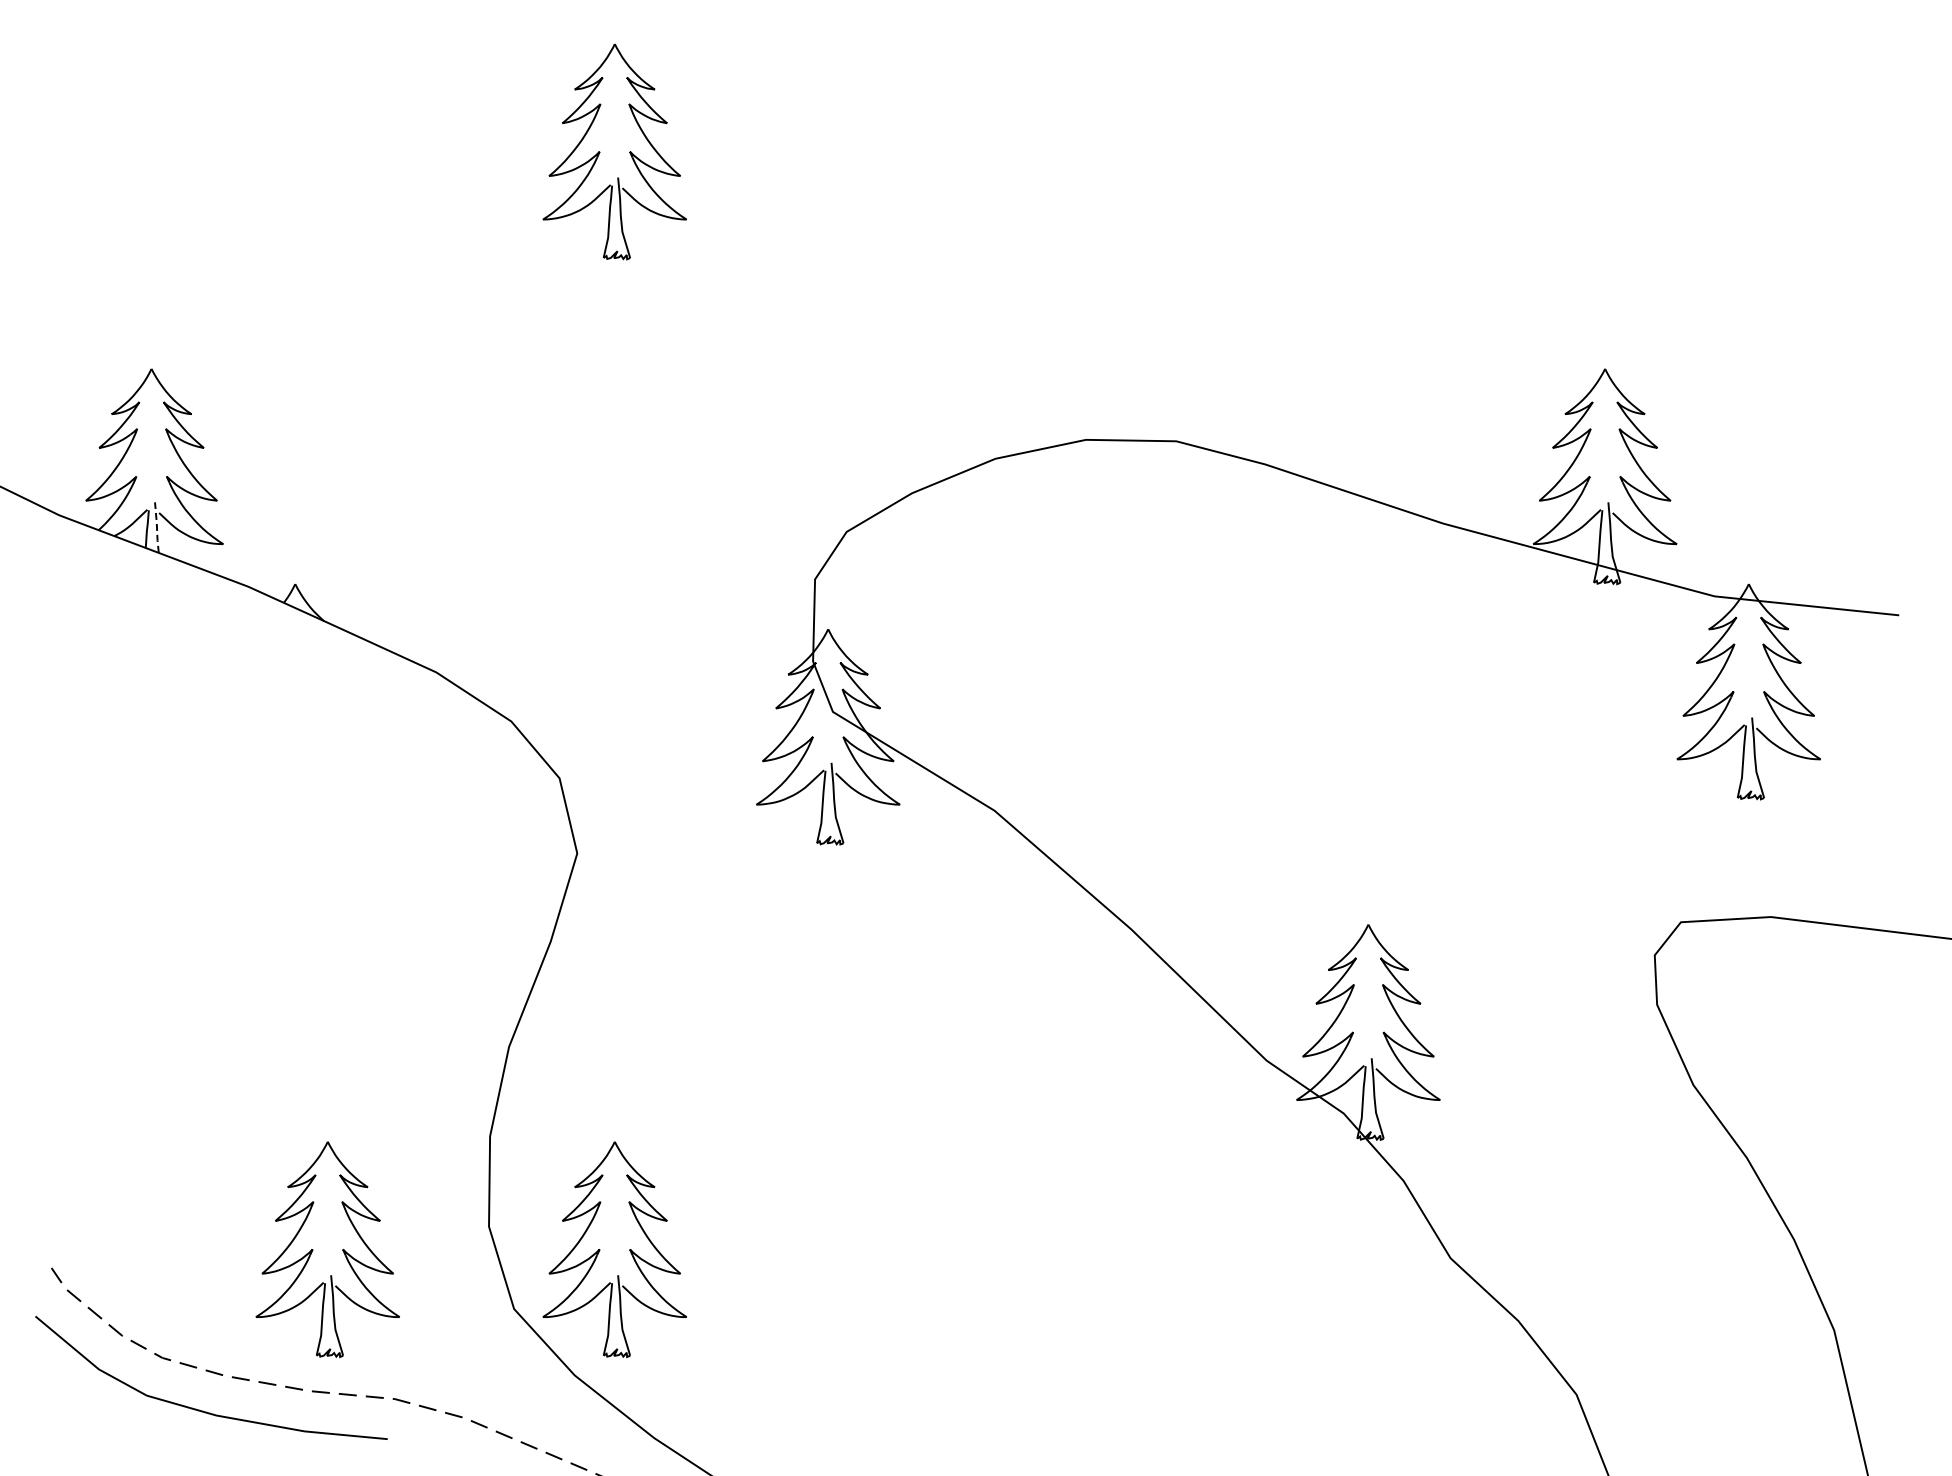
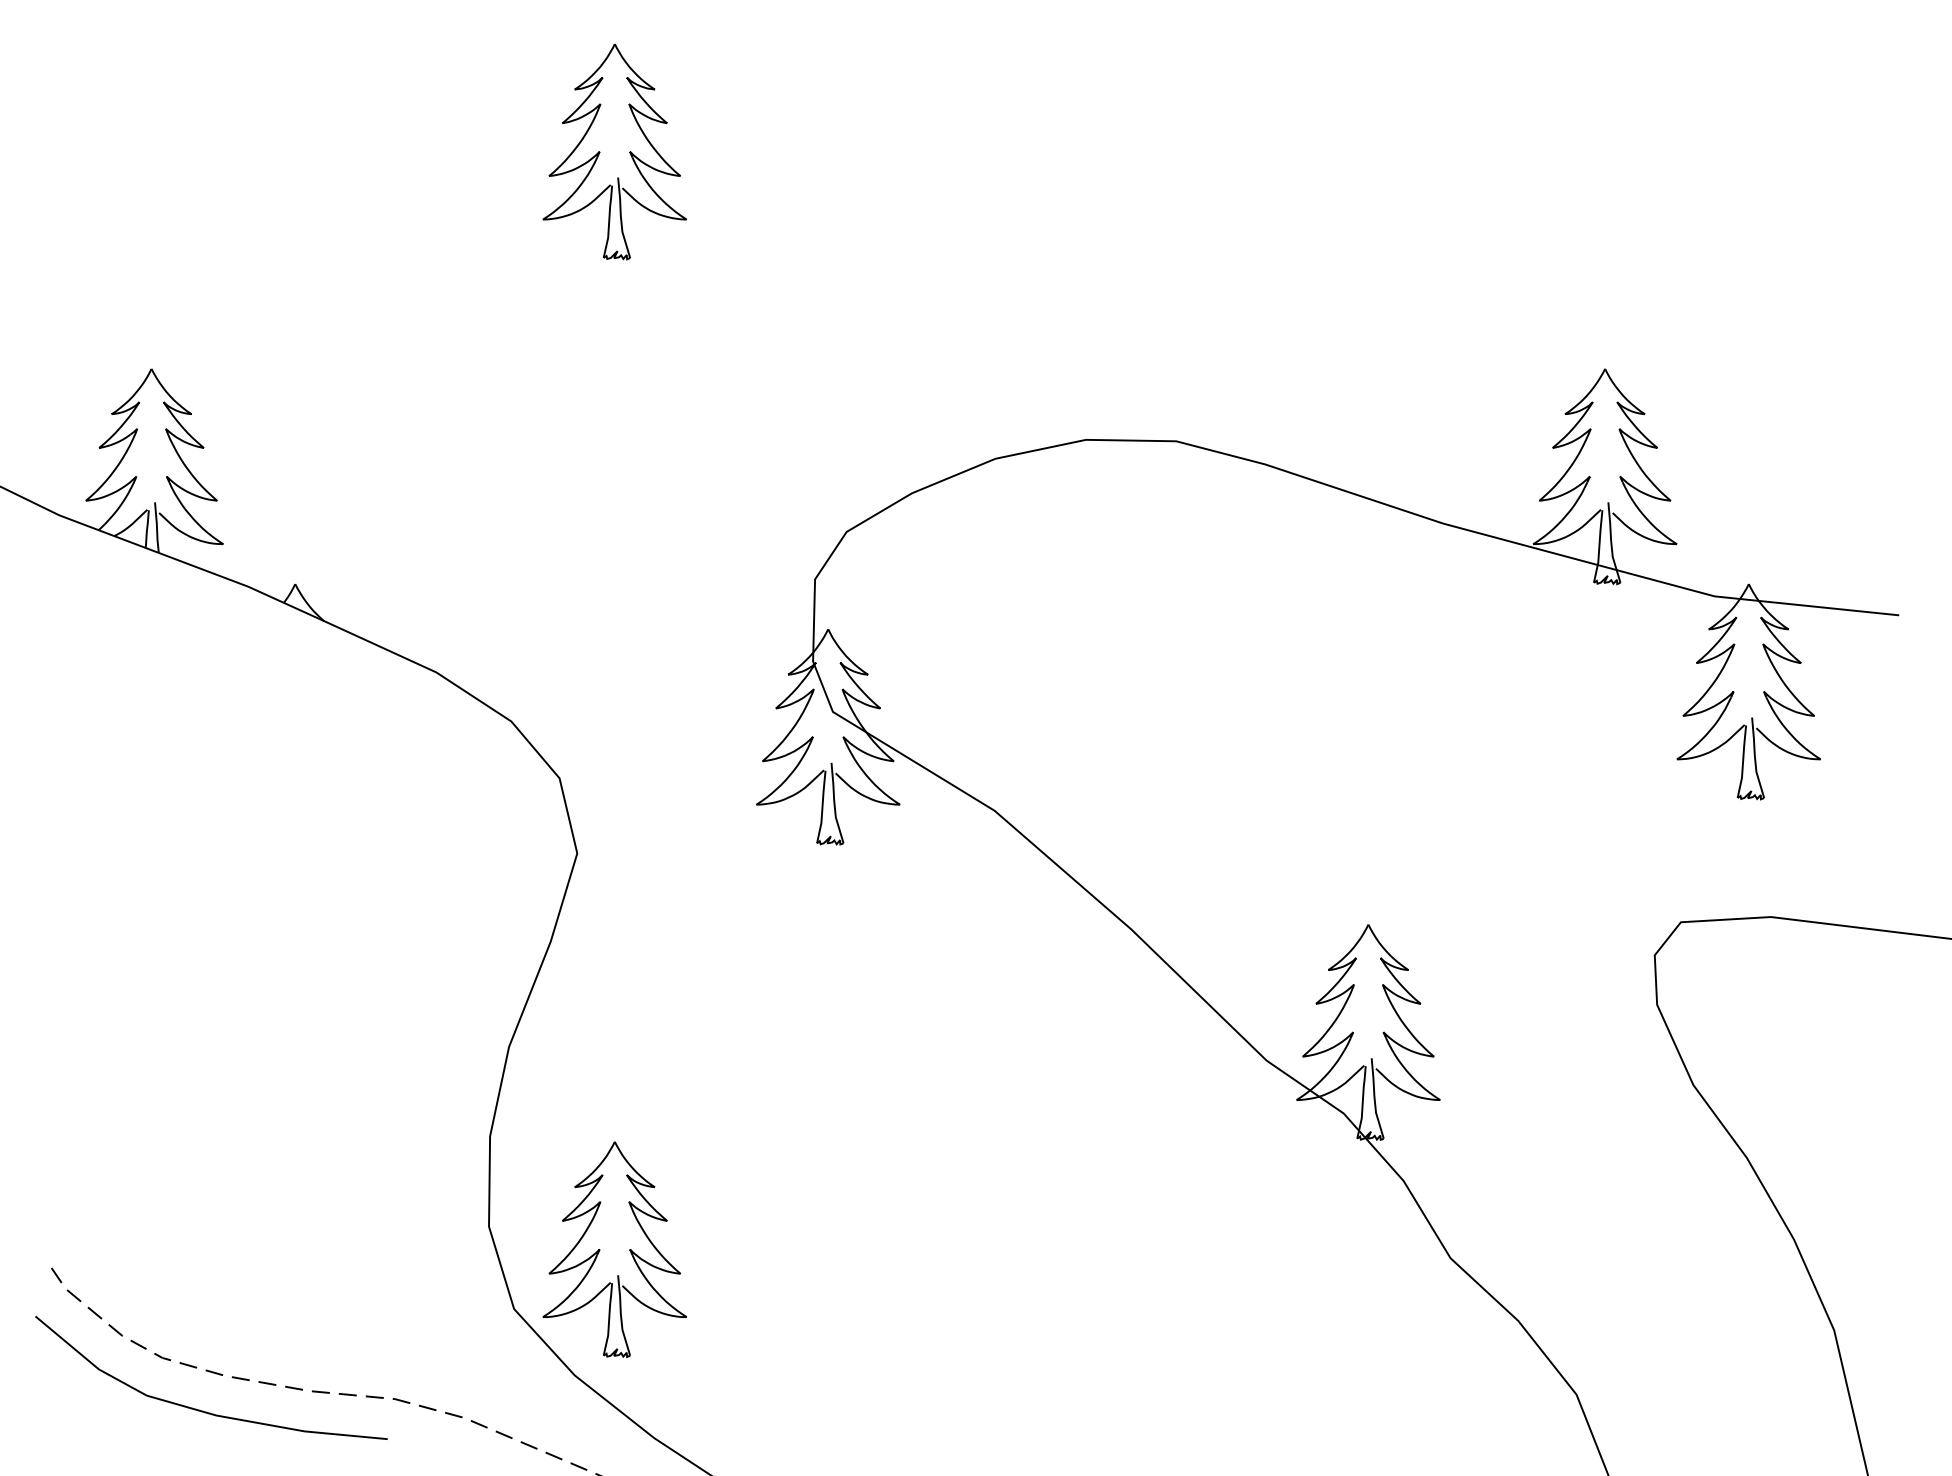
line at (156, 527): dashed -> solid
part at (313, 1249): present -> none
